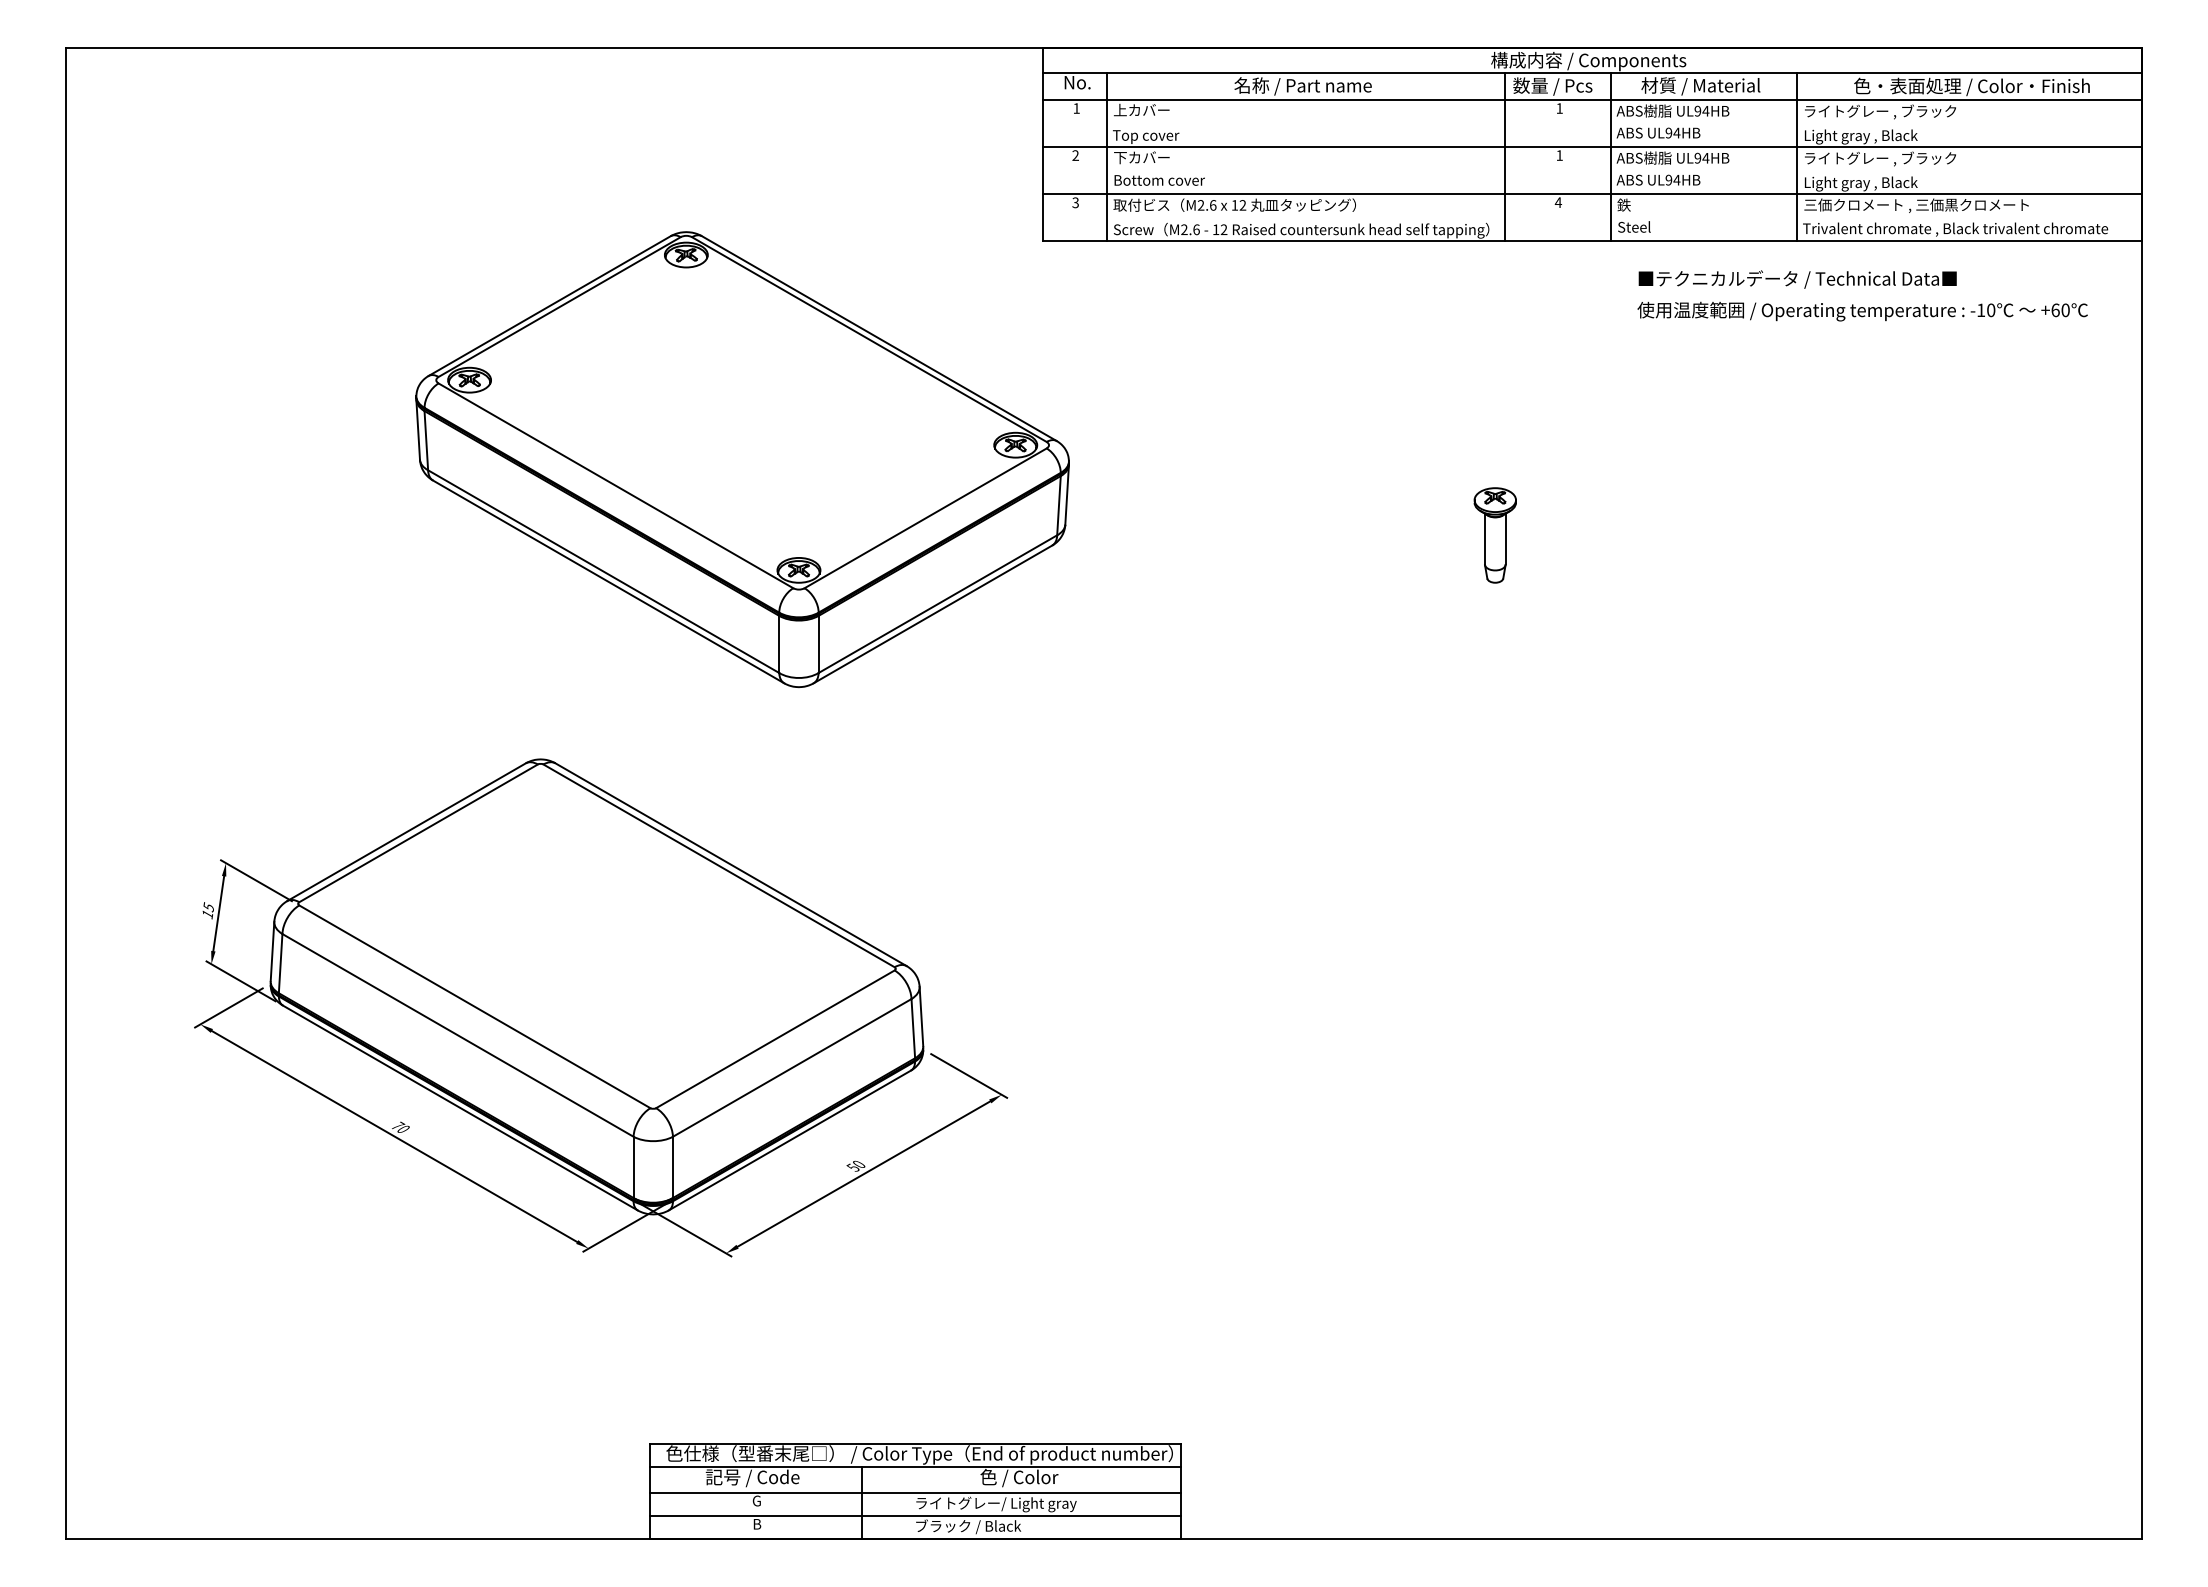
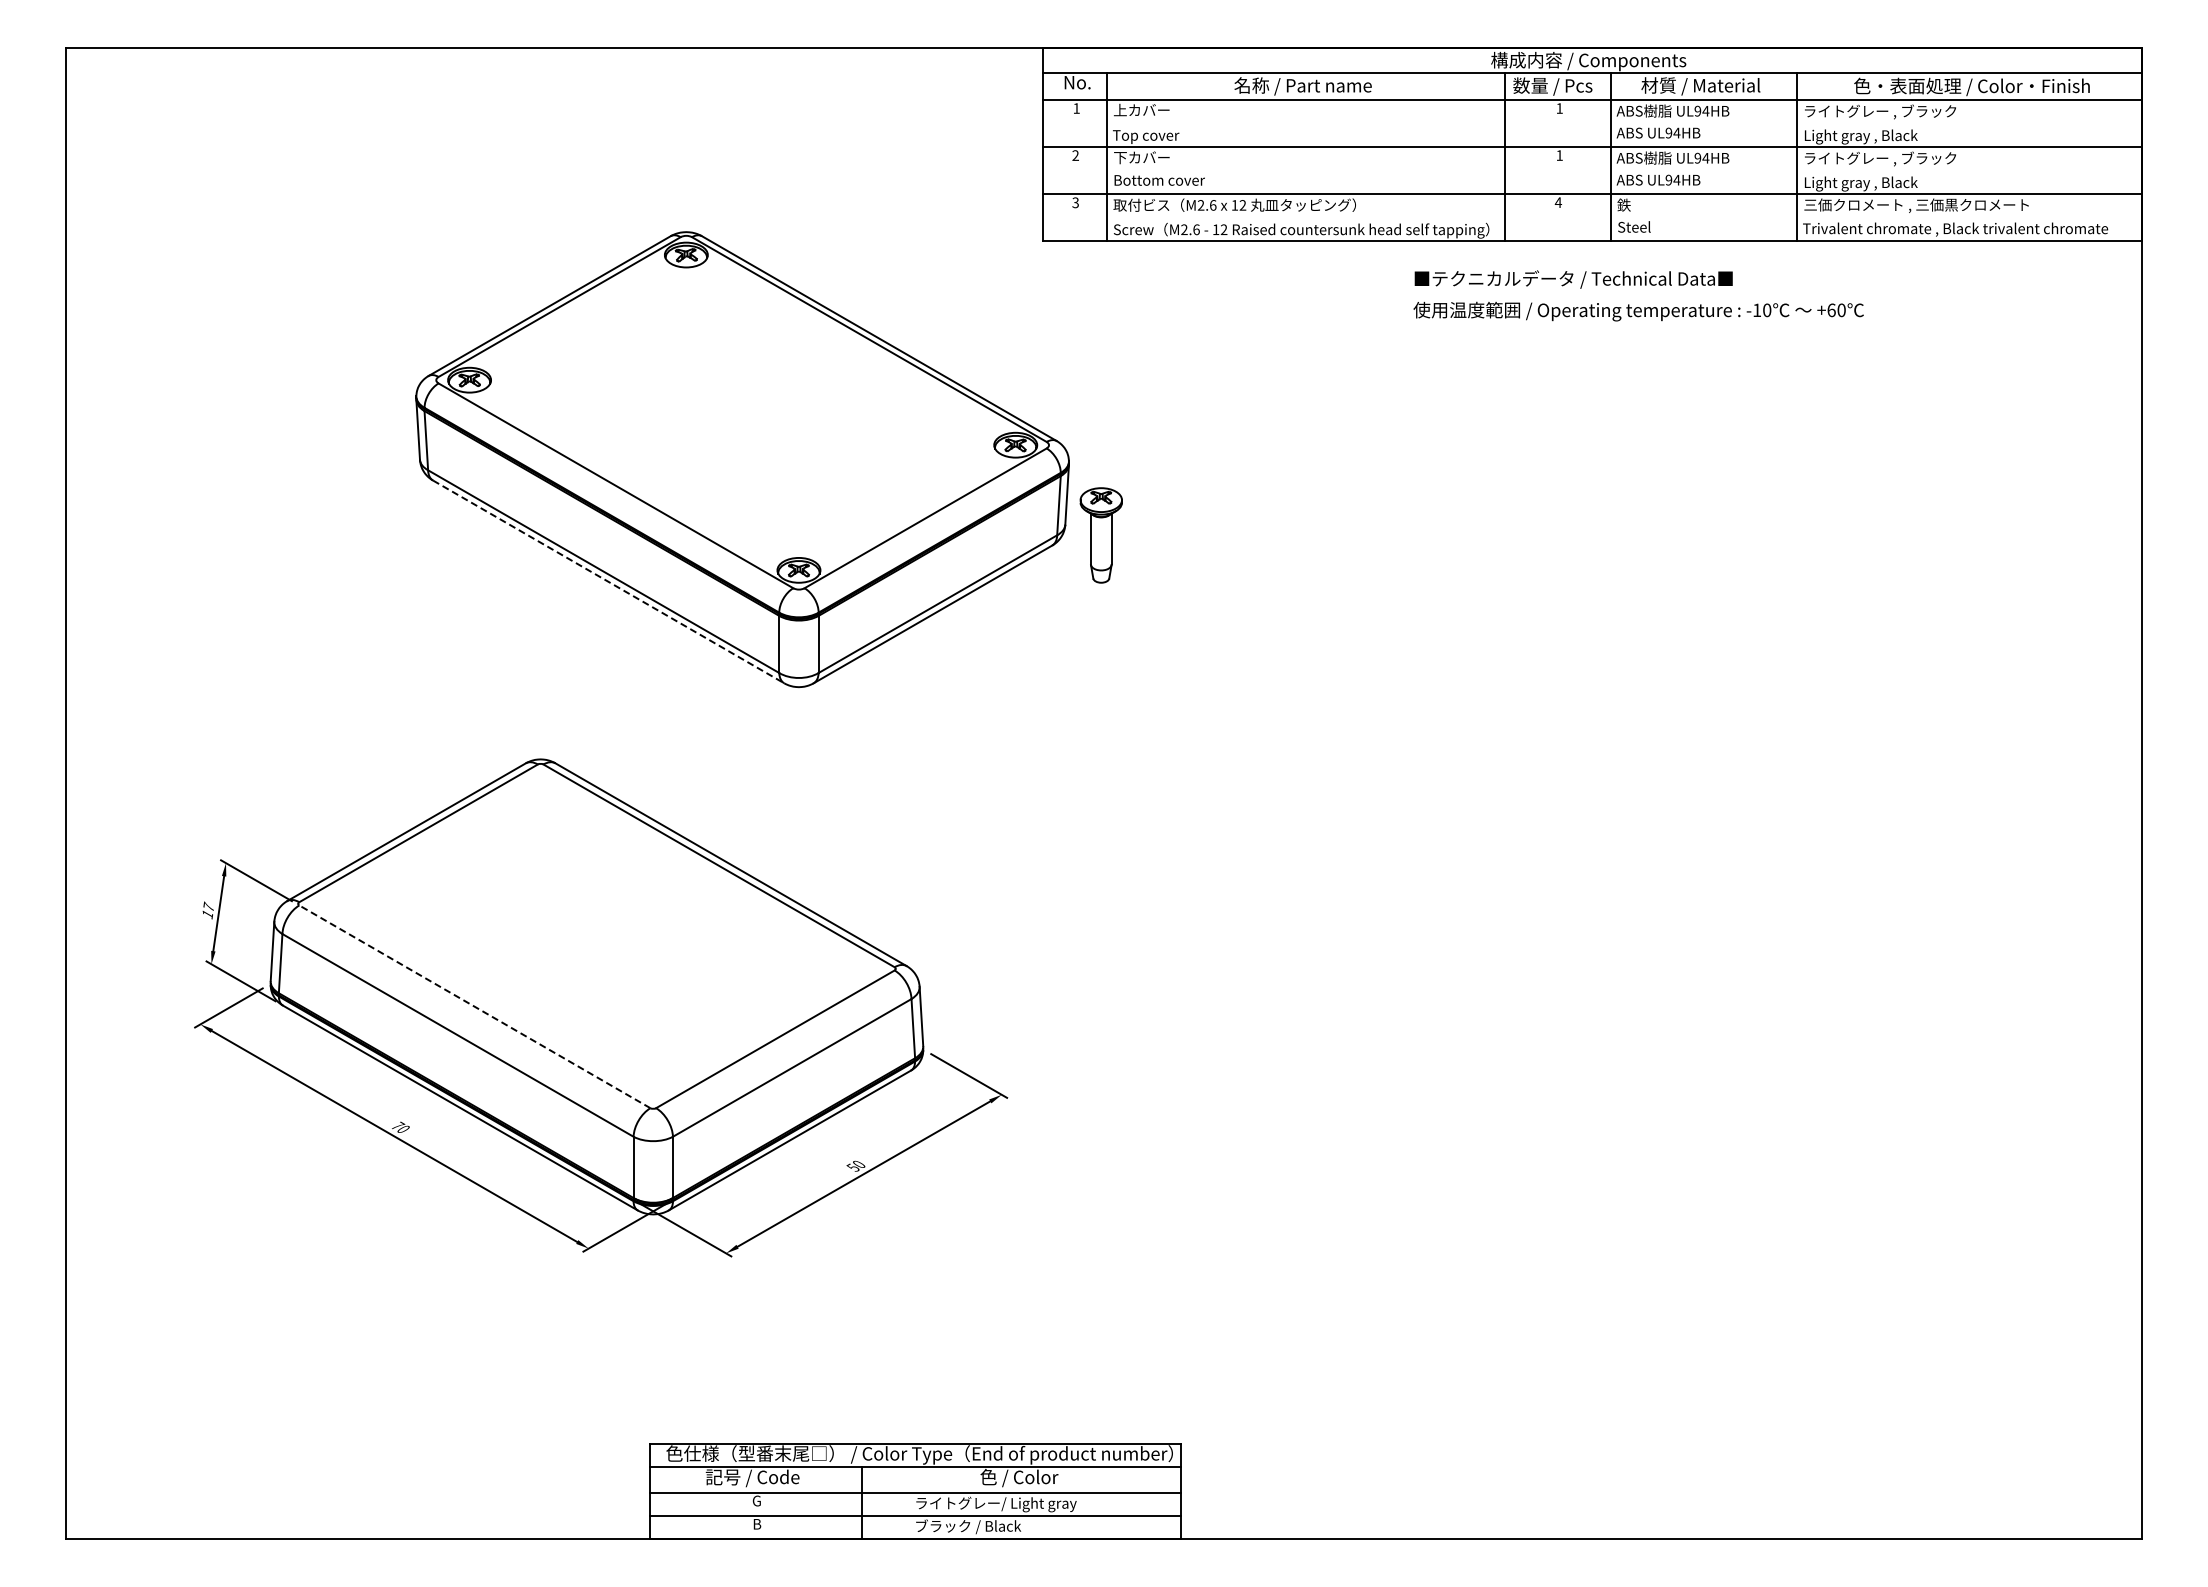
text at (1862, 295) position: (1862, 295) -> (1638, 295)
part at (1494, 535) position: (1494, 535) -> (1100, 535)
line at (608, 581): solid -> dashed
text at (208, 906): 15 -> 17
line at (474, 1006): solid -> dashed
